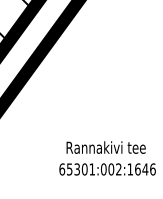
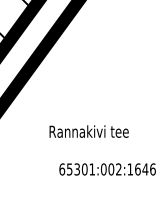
text at (105, 147) position: (105, 147) -> (88, 131)
